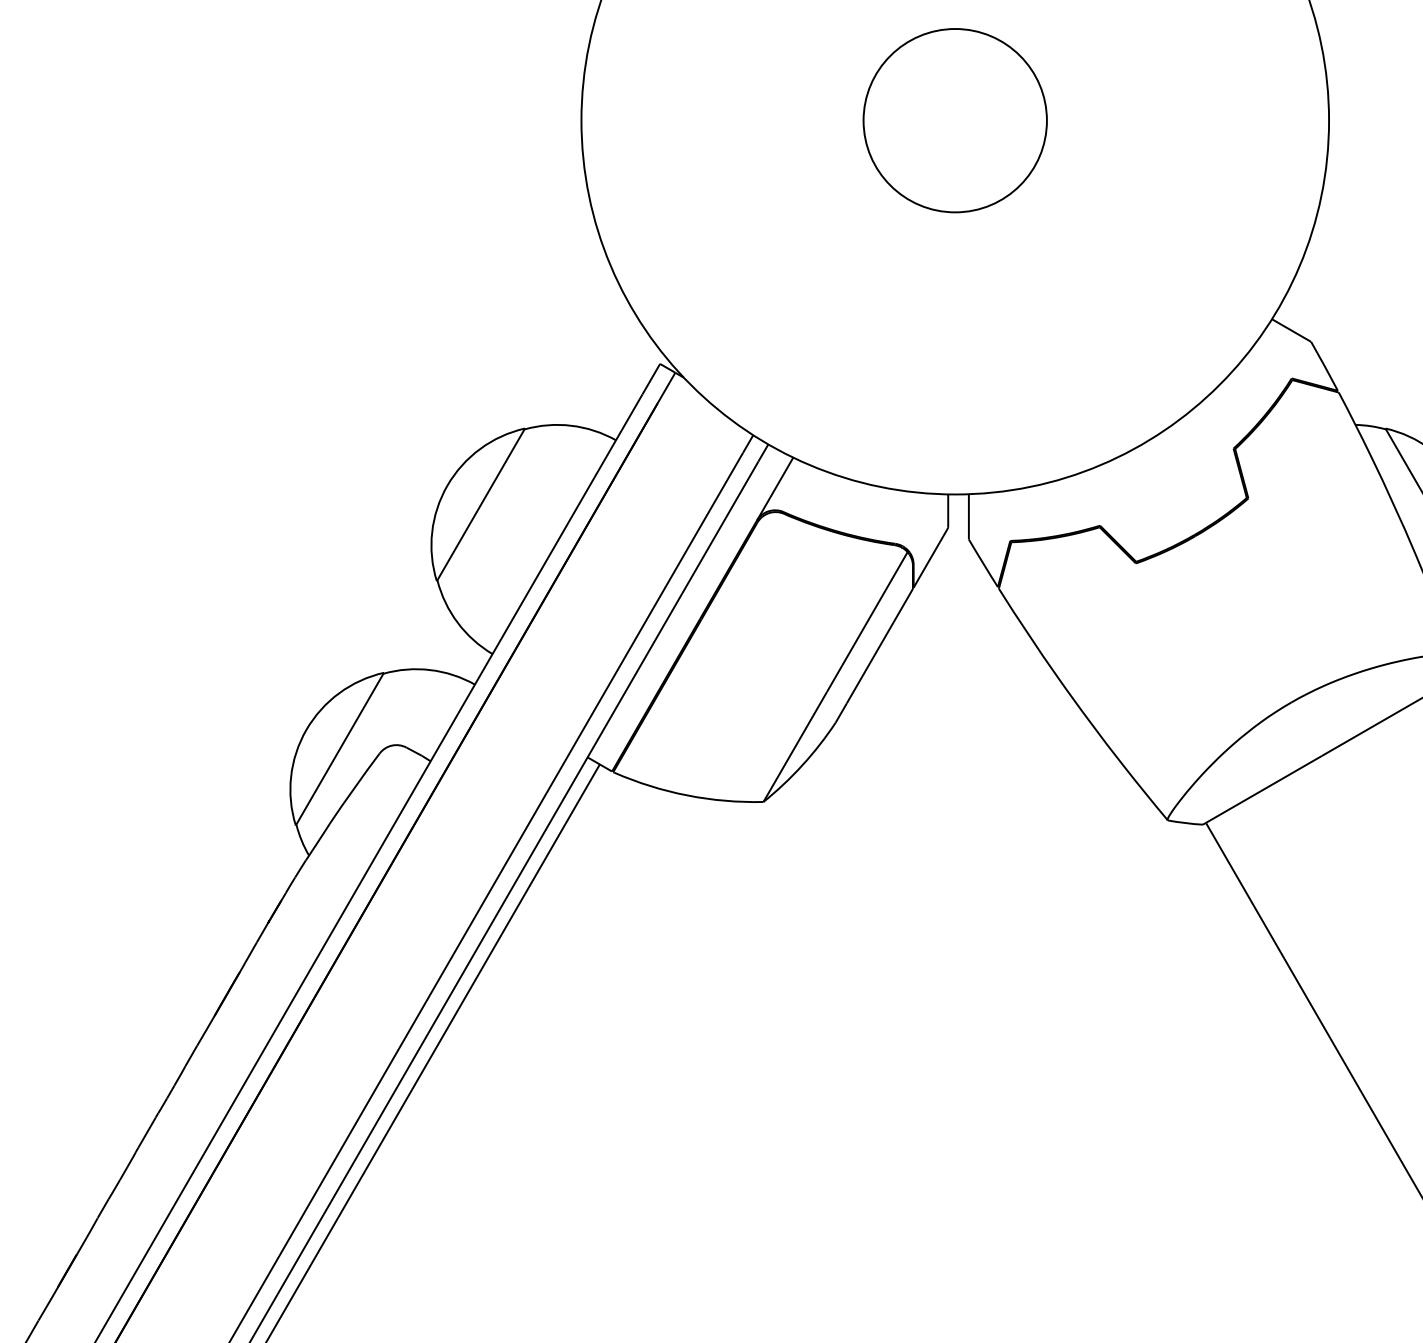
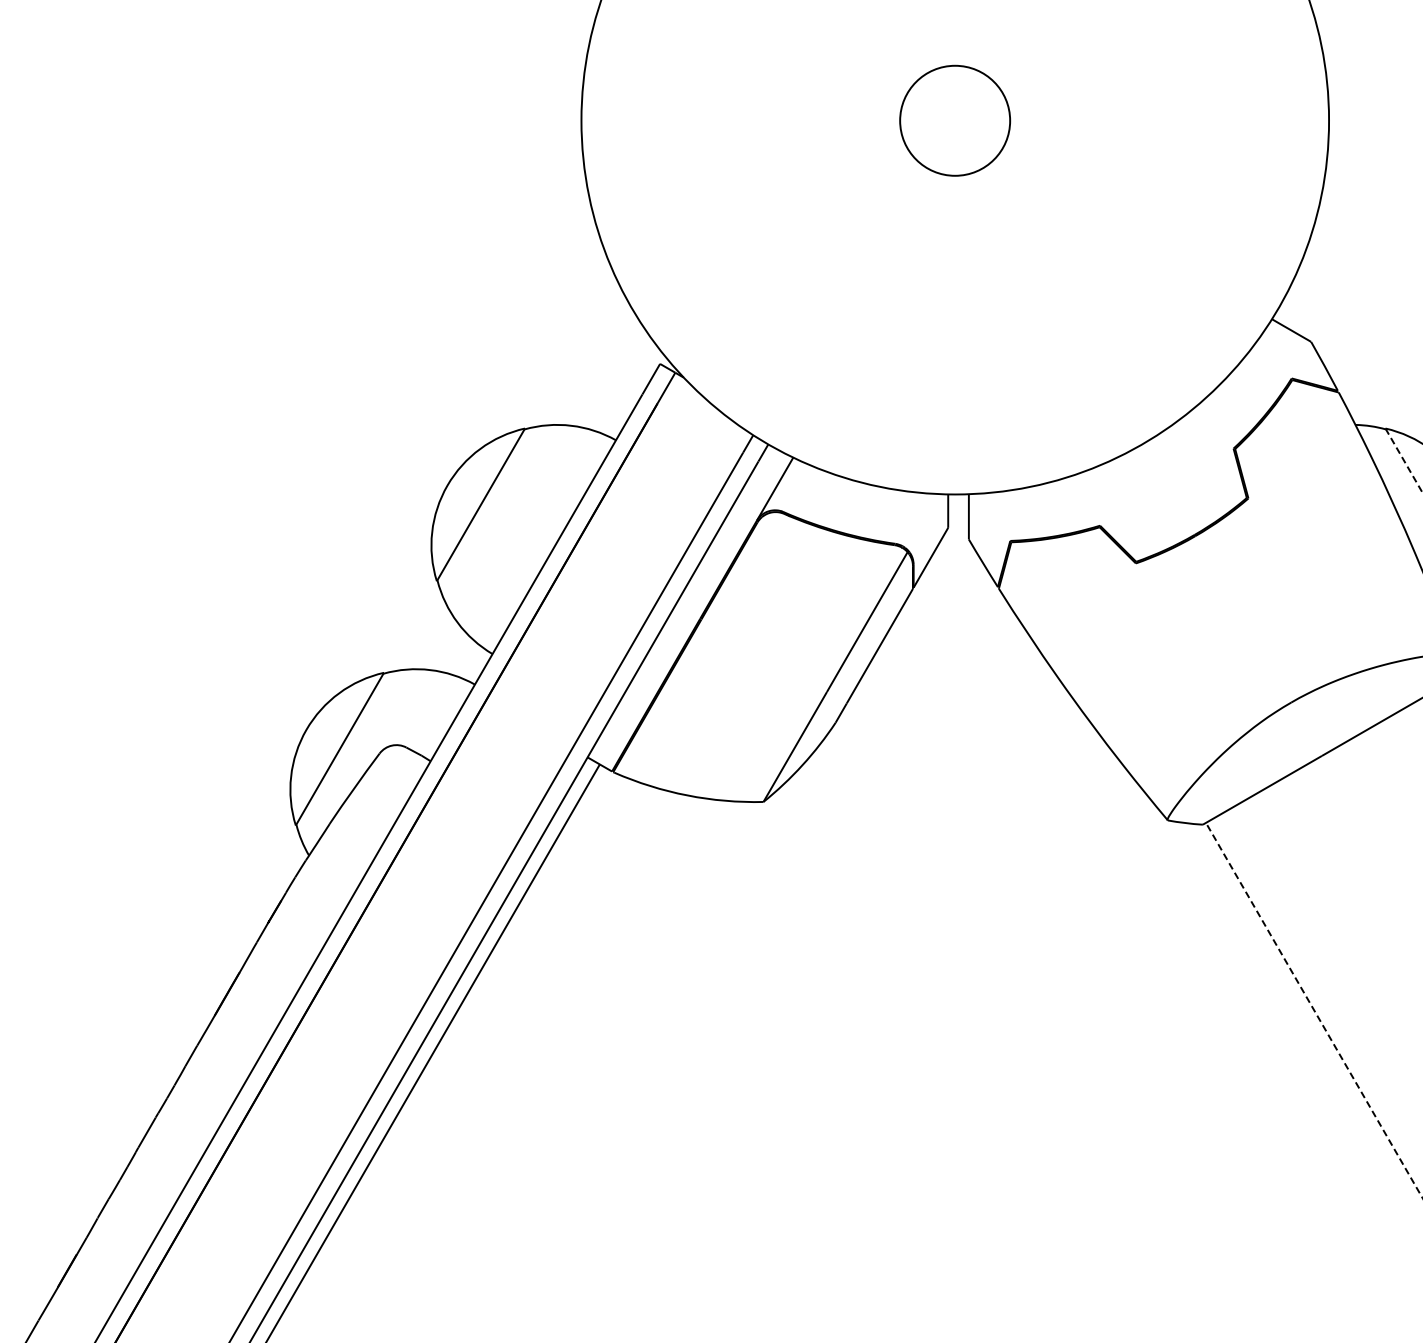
circle at (954, 120) size: 186x186 px -> 113x113 px
line at (1404, 461): solid -> dashed
line at (1314, 1010): solid -> dashed
